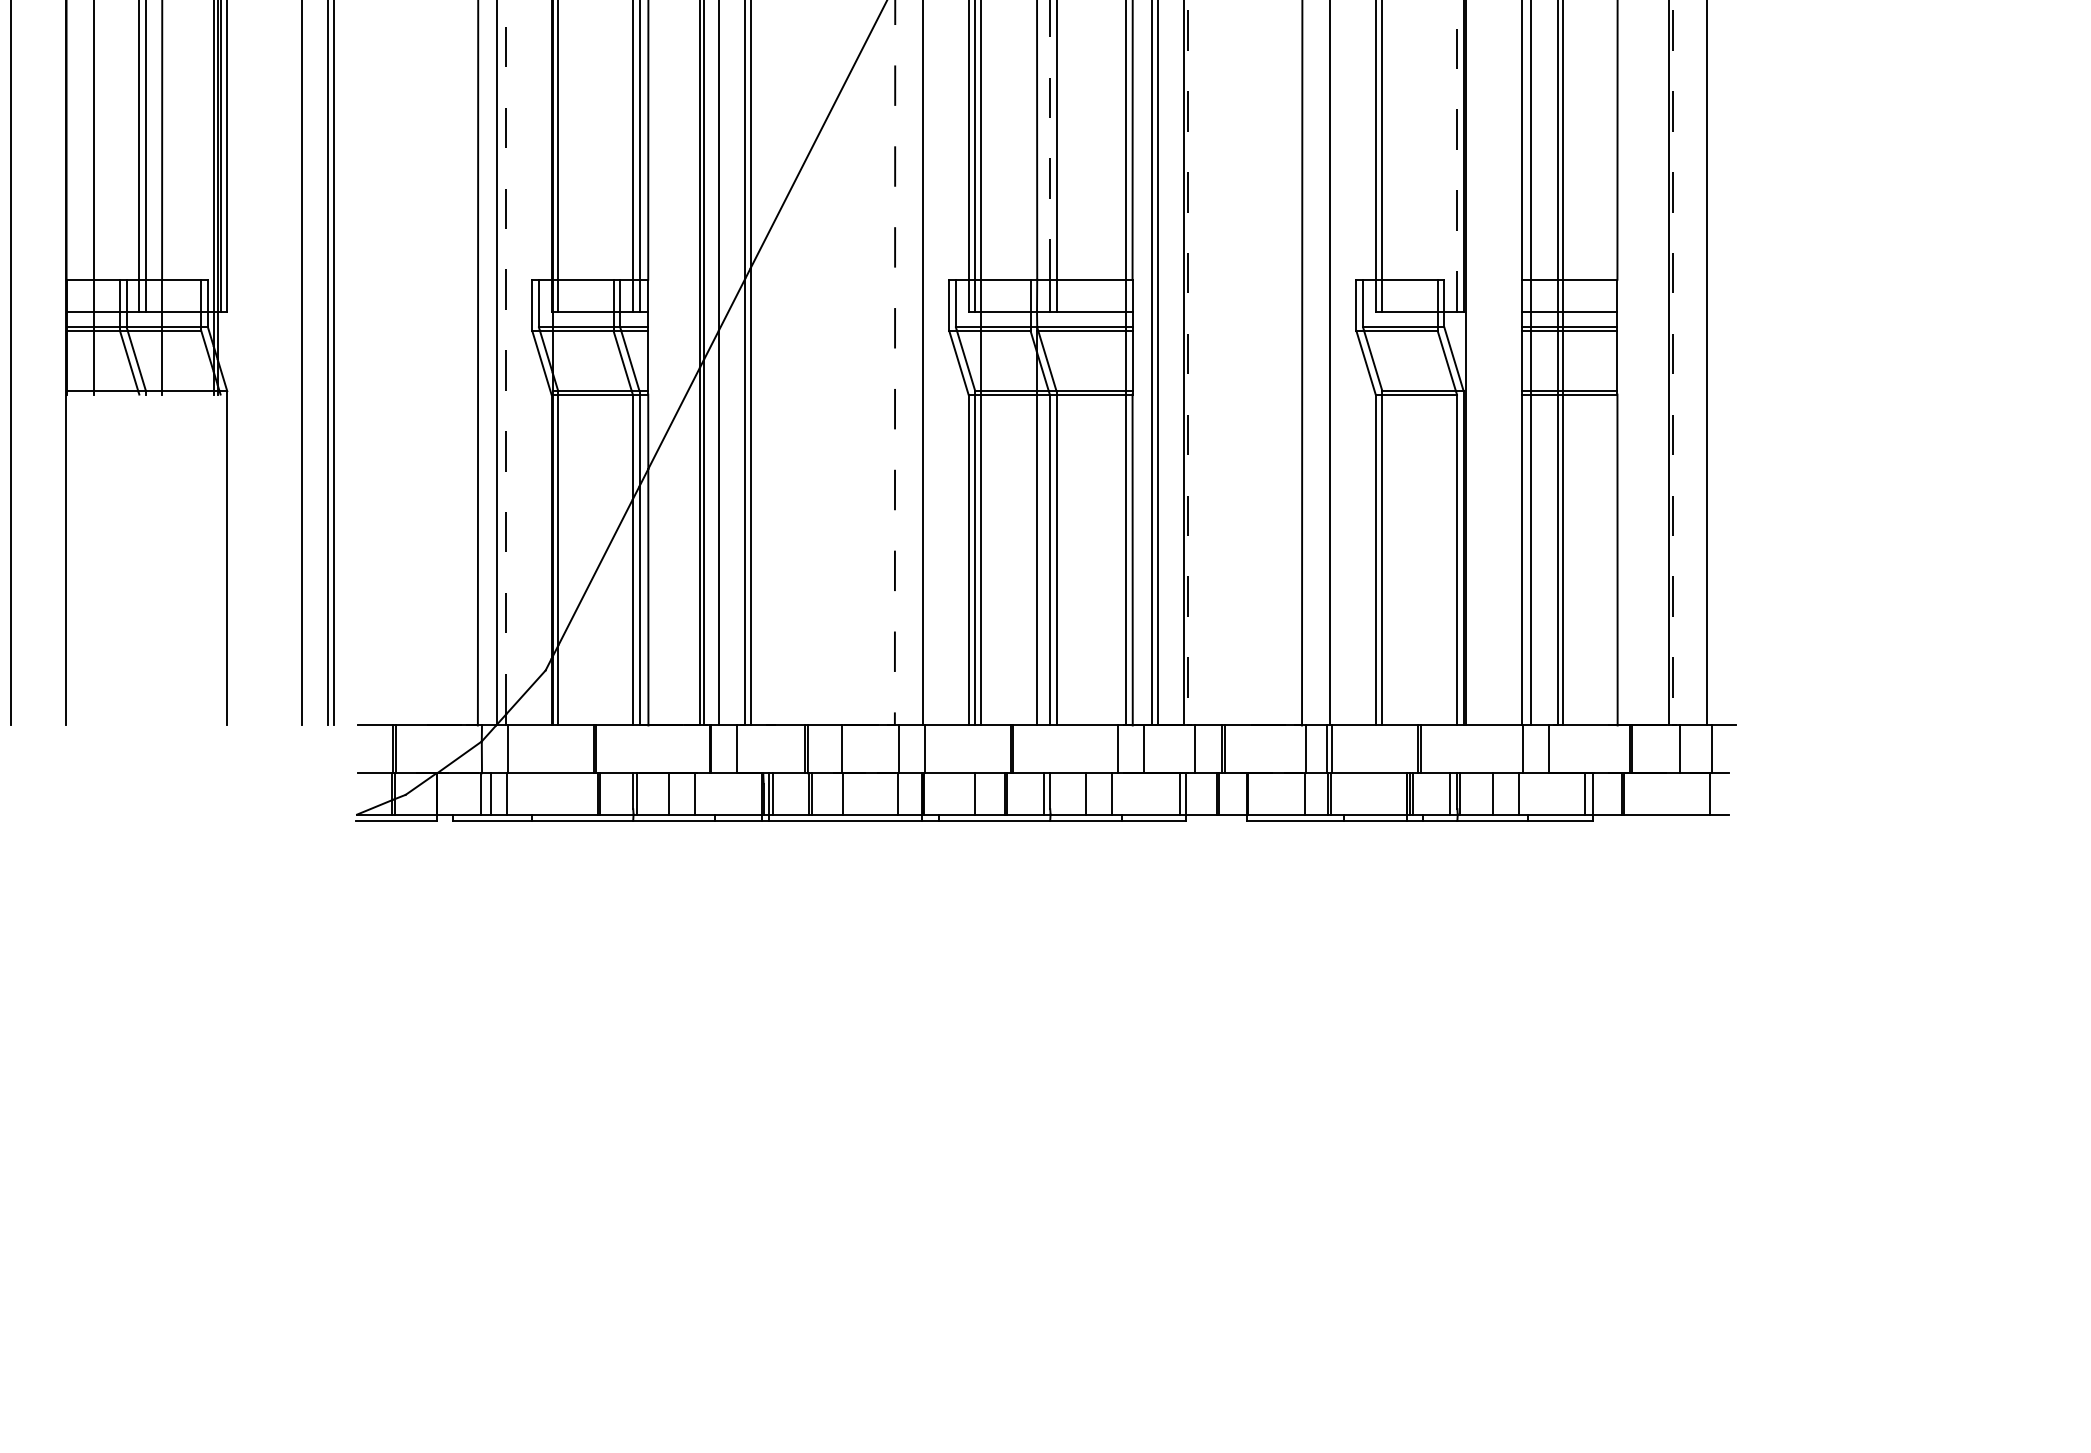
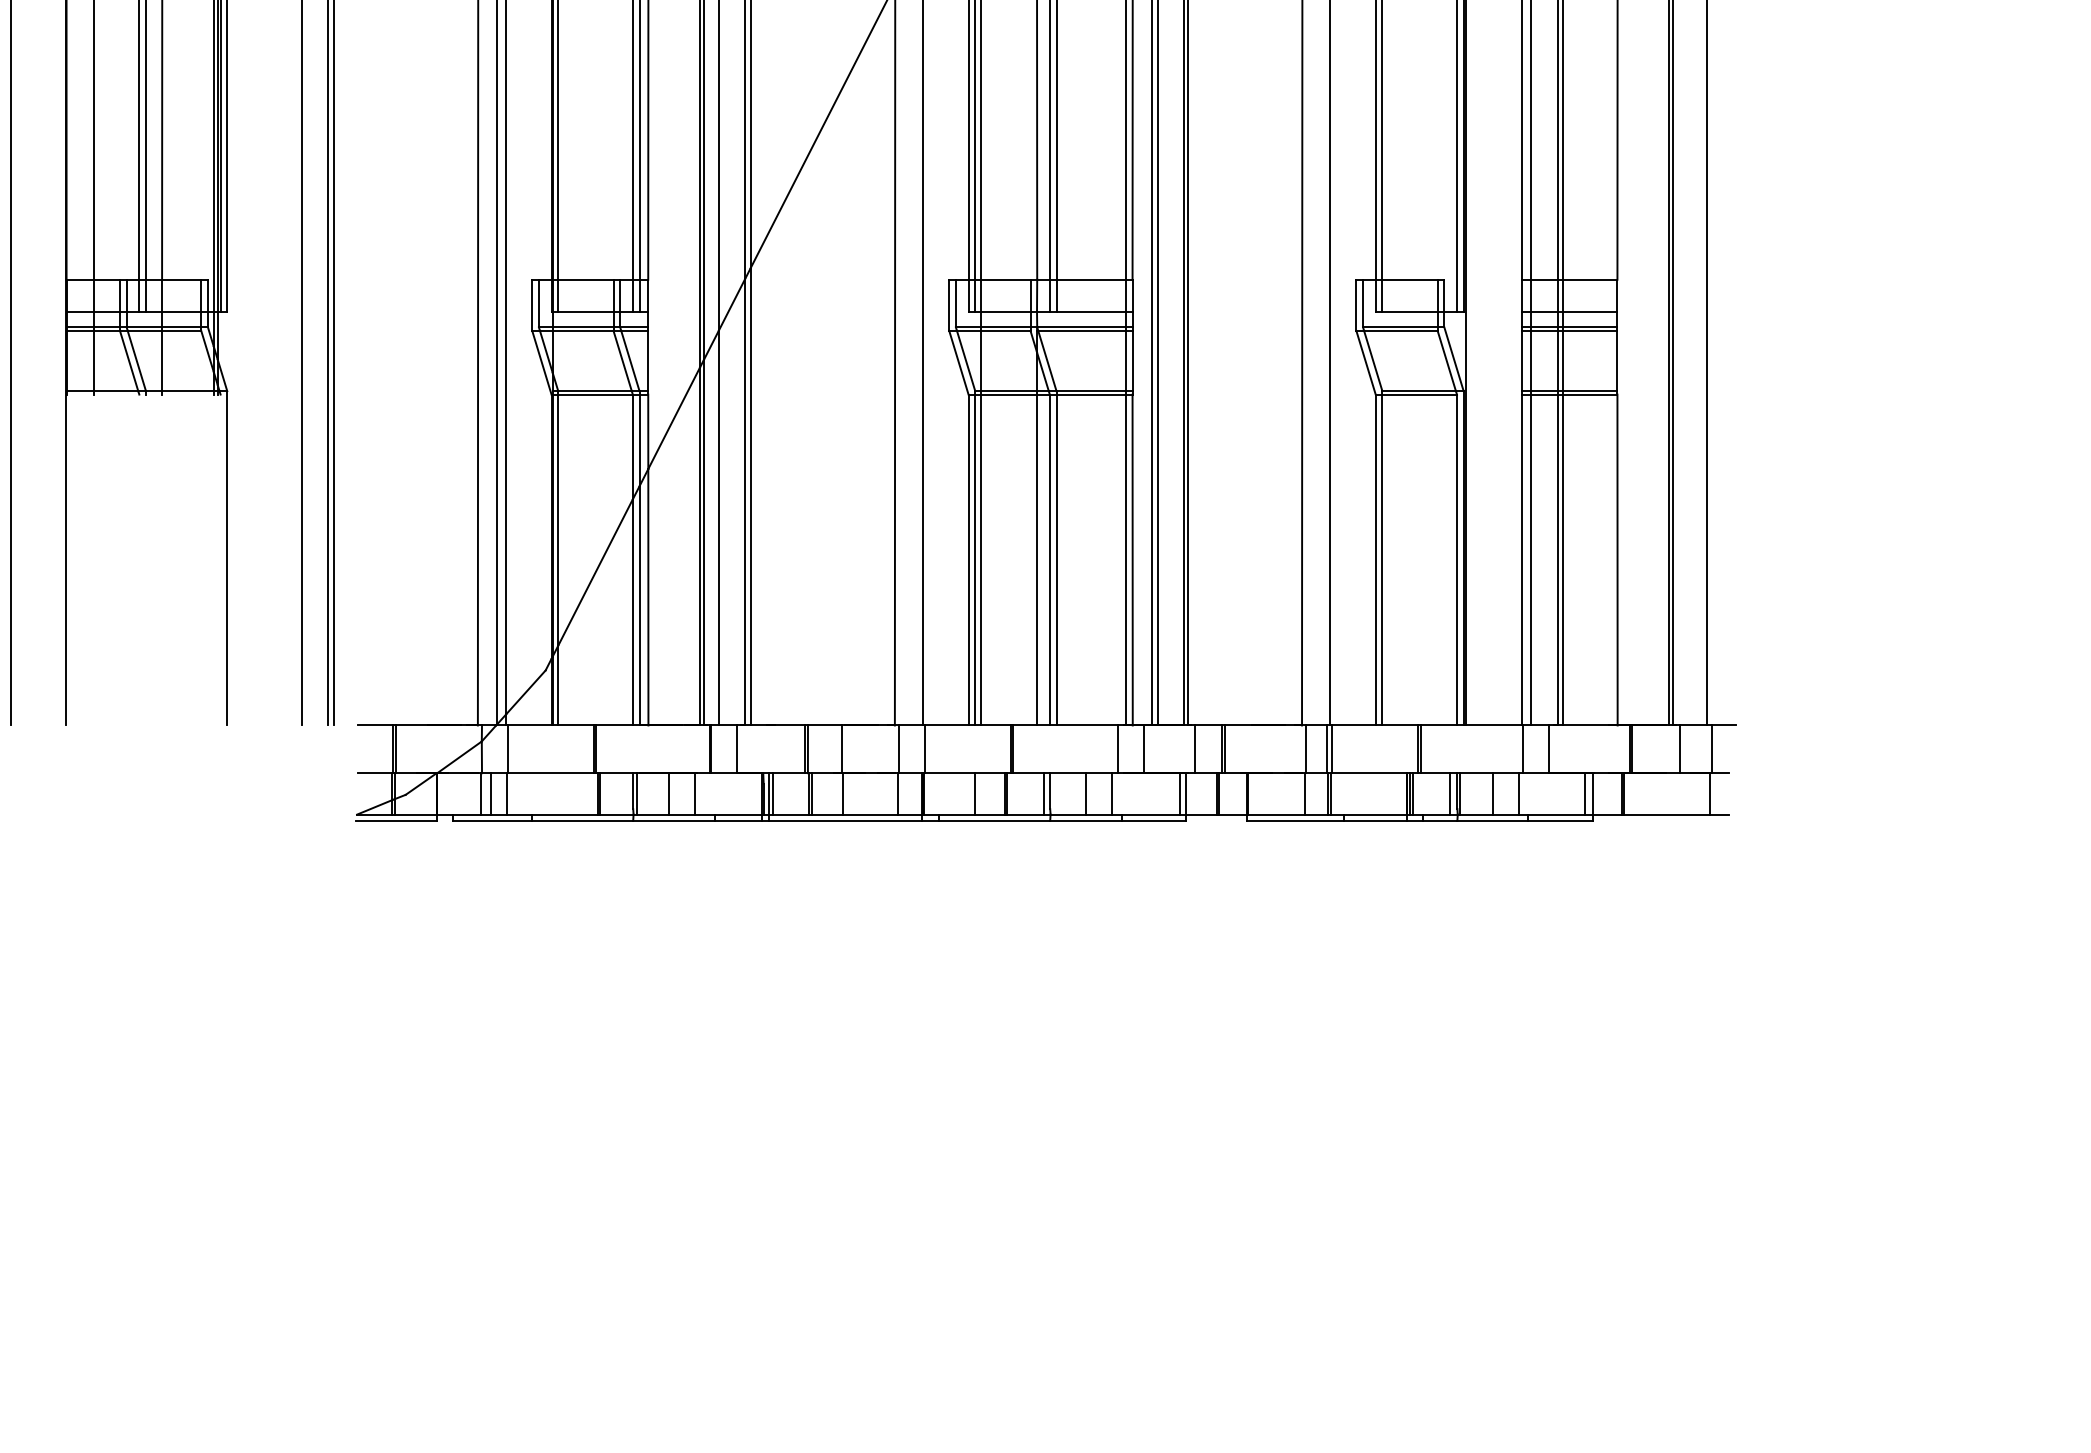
line at (1049, 140): dashed -> solid
line at (1457, 155): dashed -> solid
line at (506, 357): dashed -> solid
line at (895, 363): dashed -> solid
line at (1188, 363): dashed -> solid
line at (1673, 363): dashed -> solid
